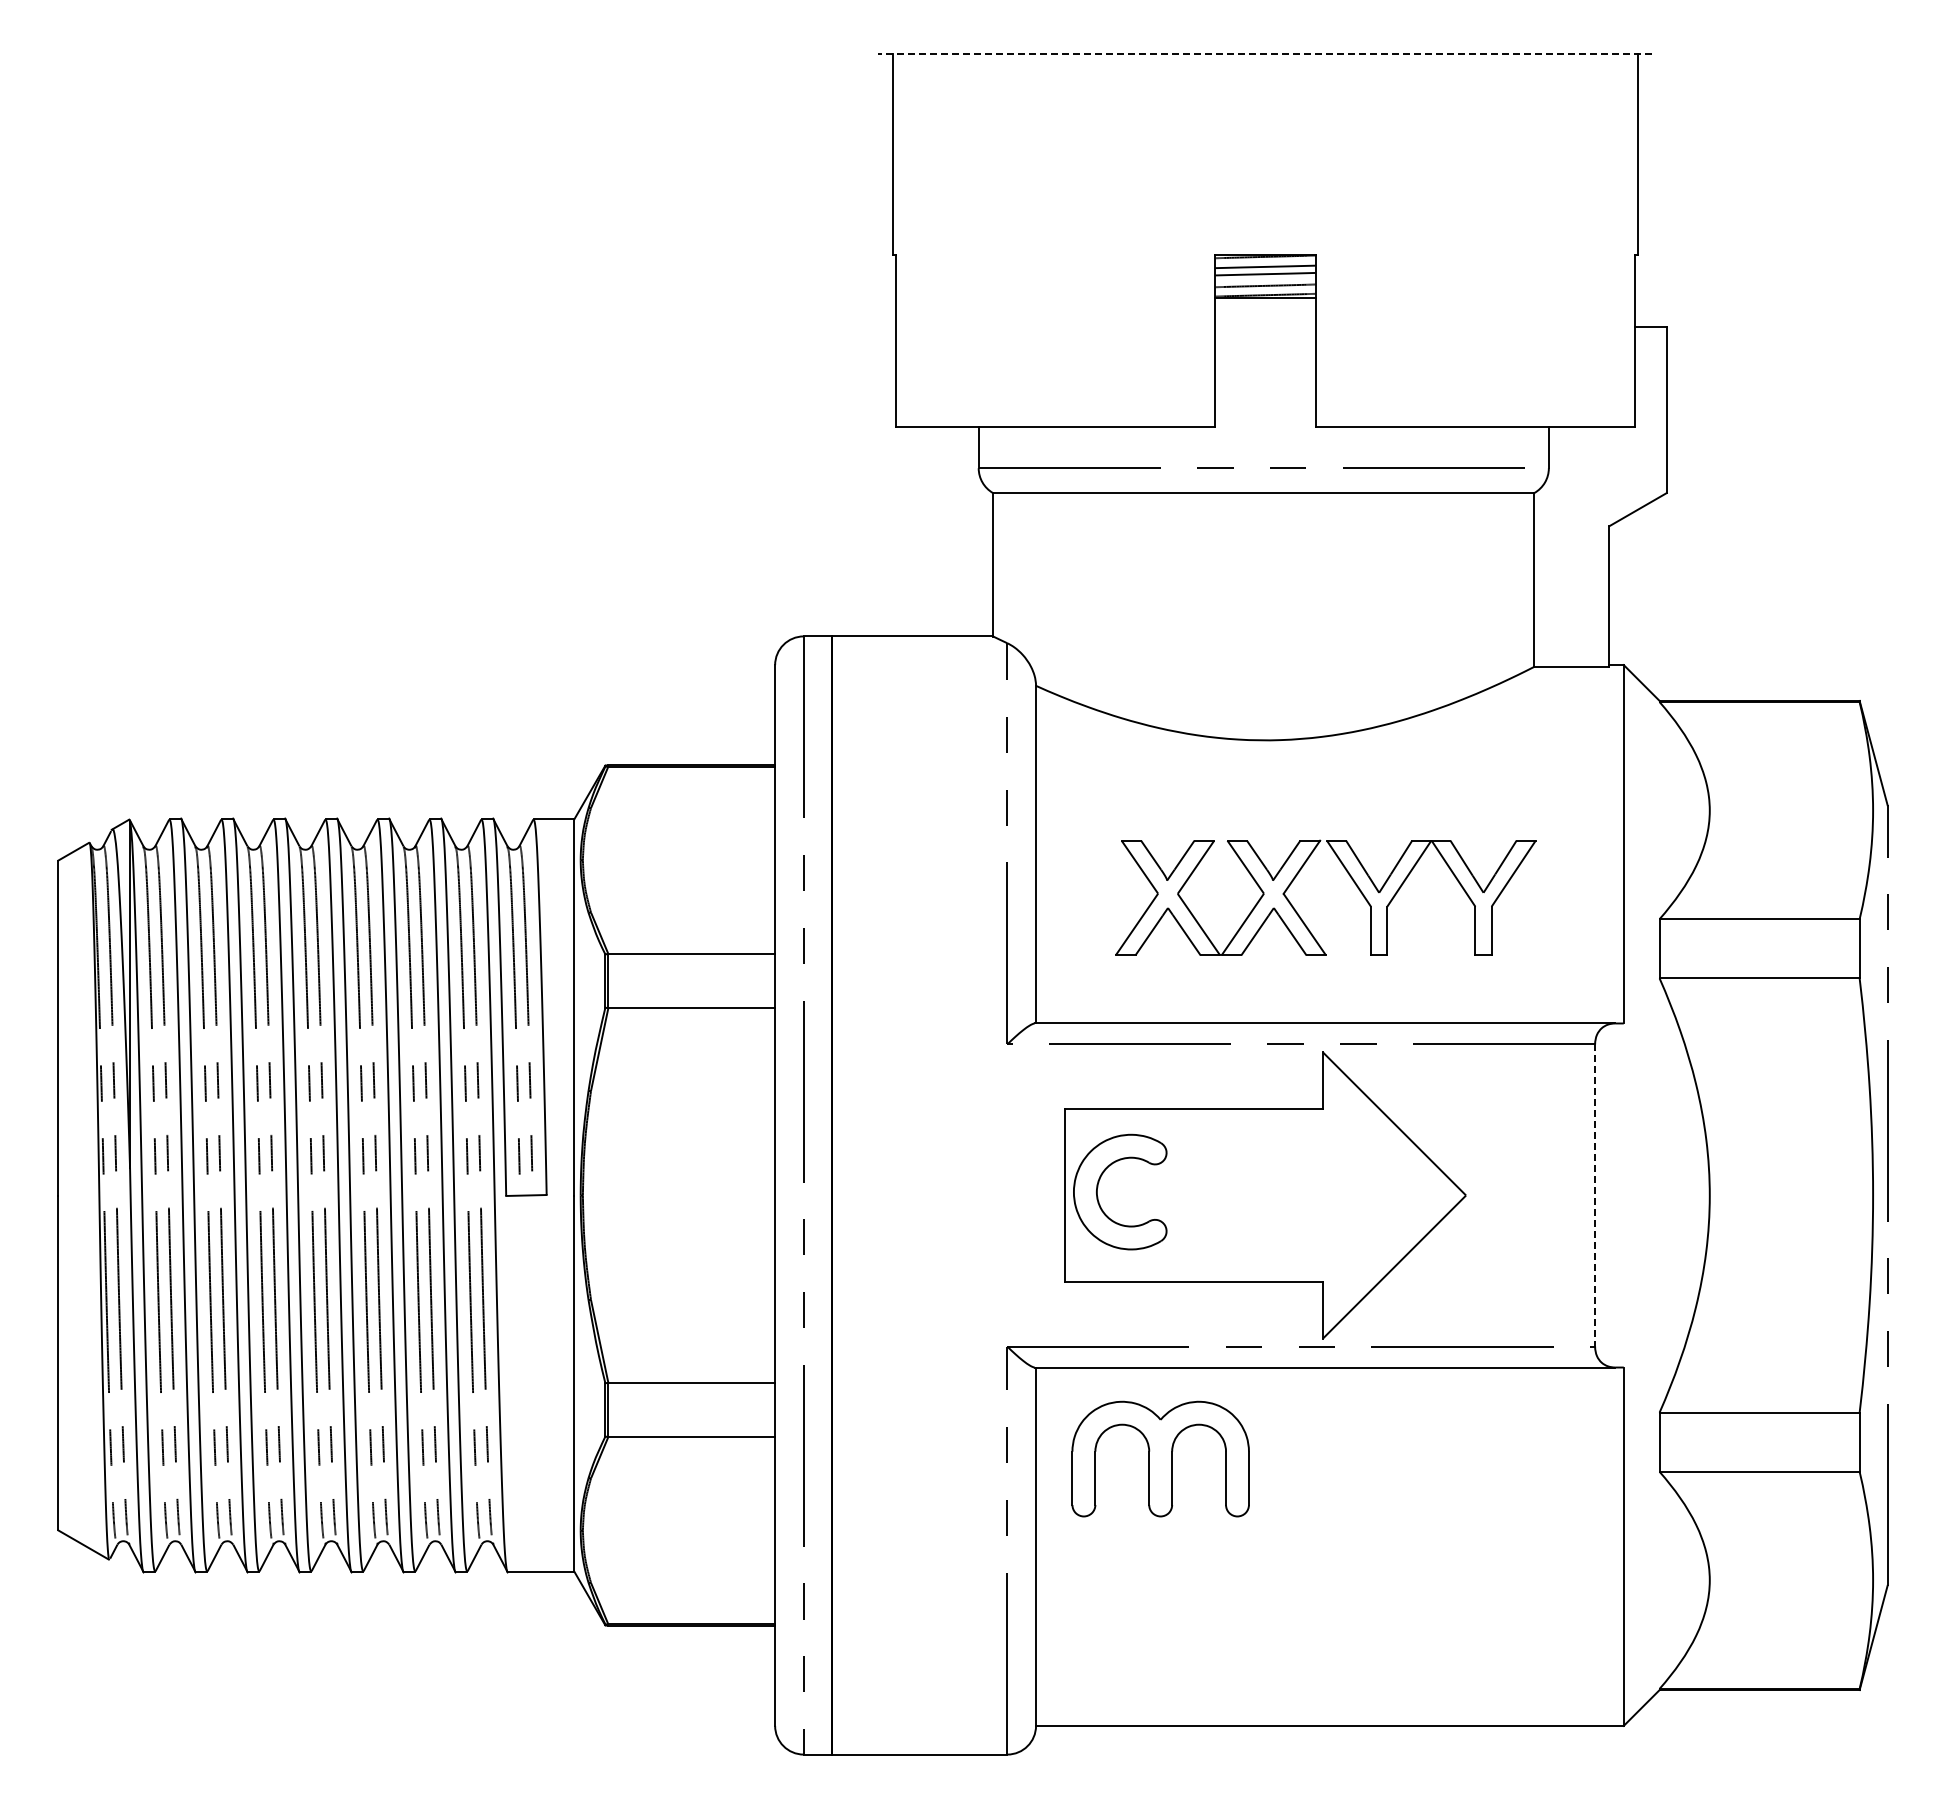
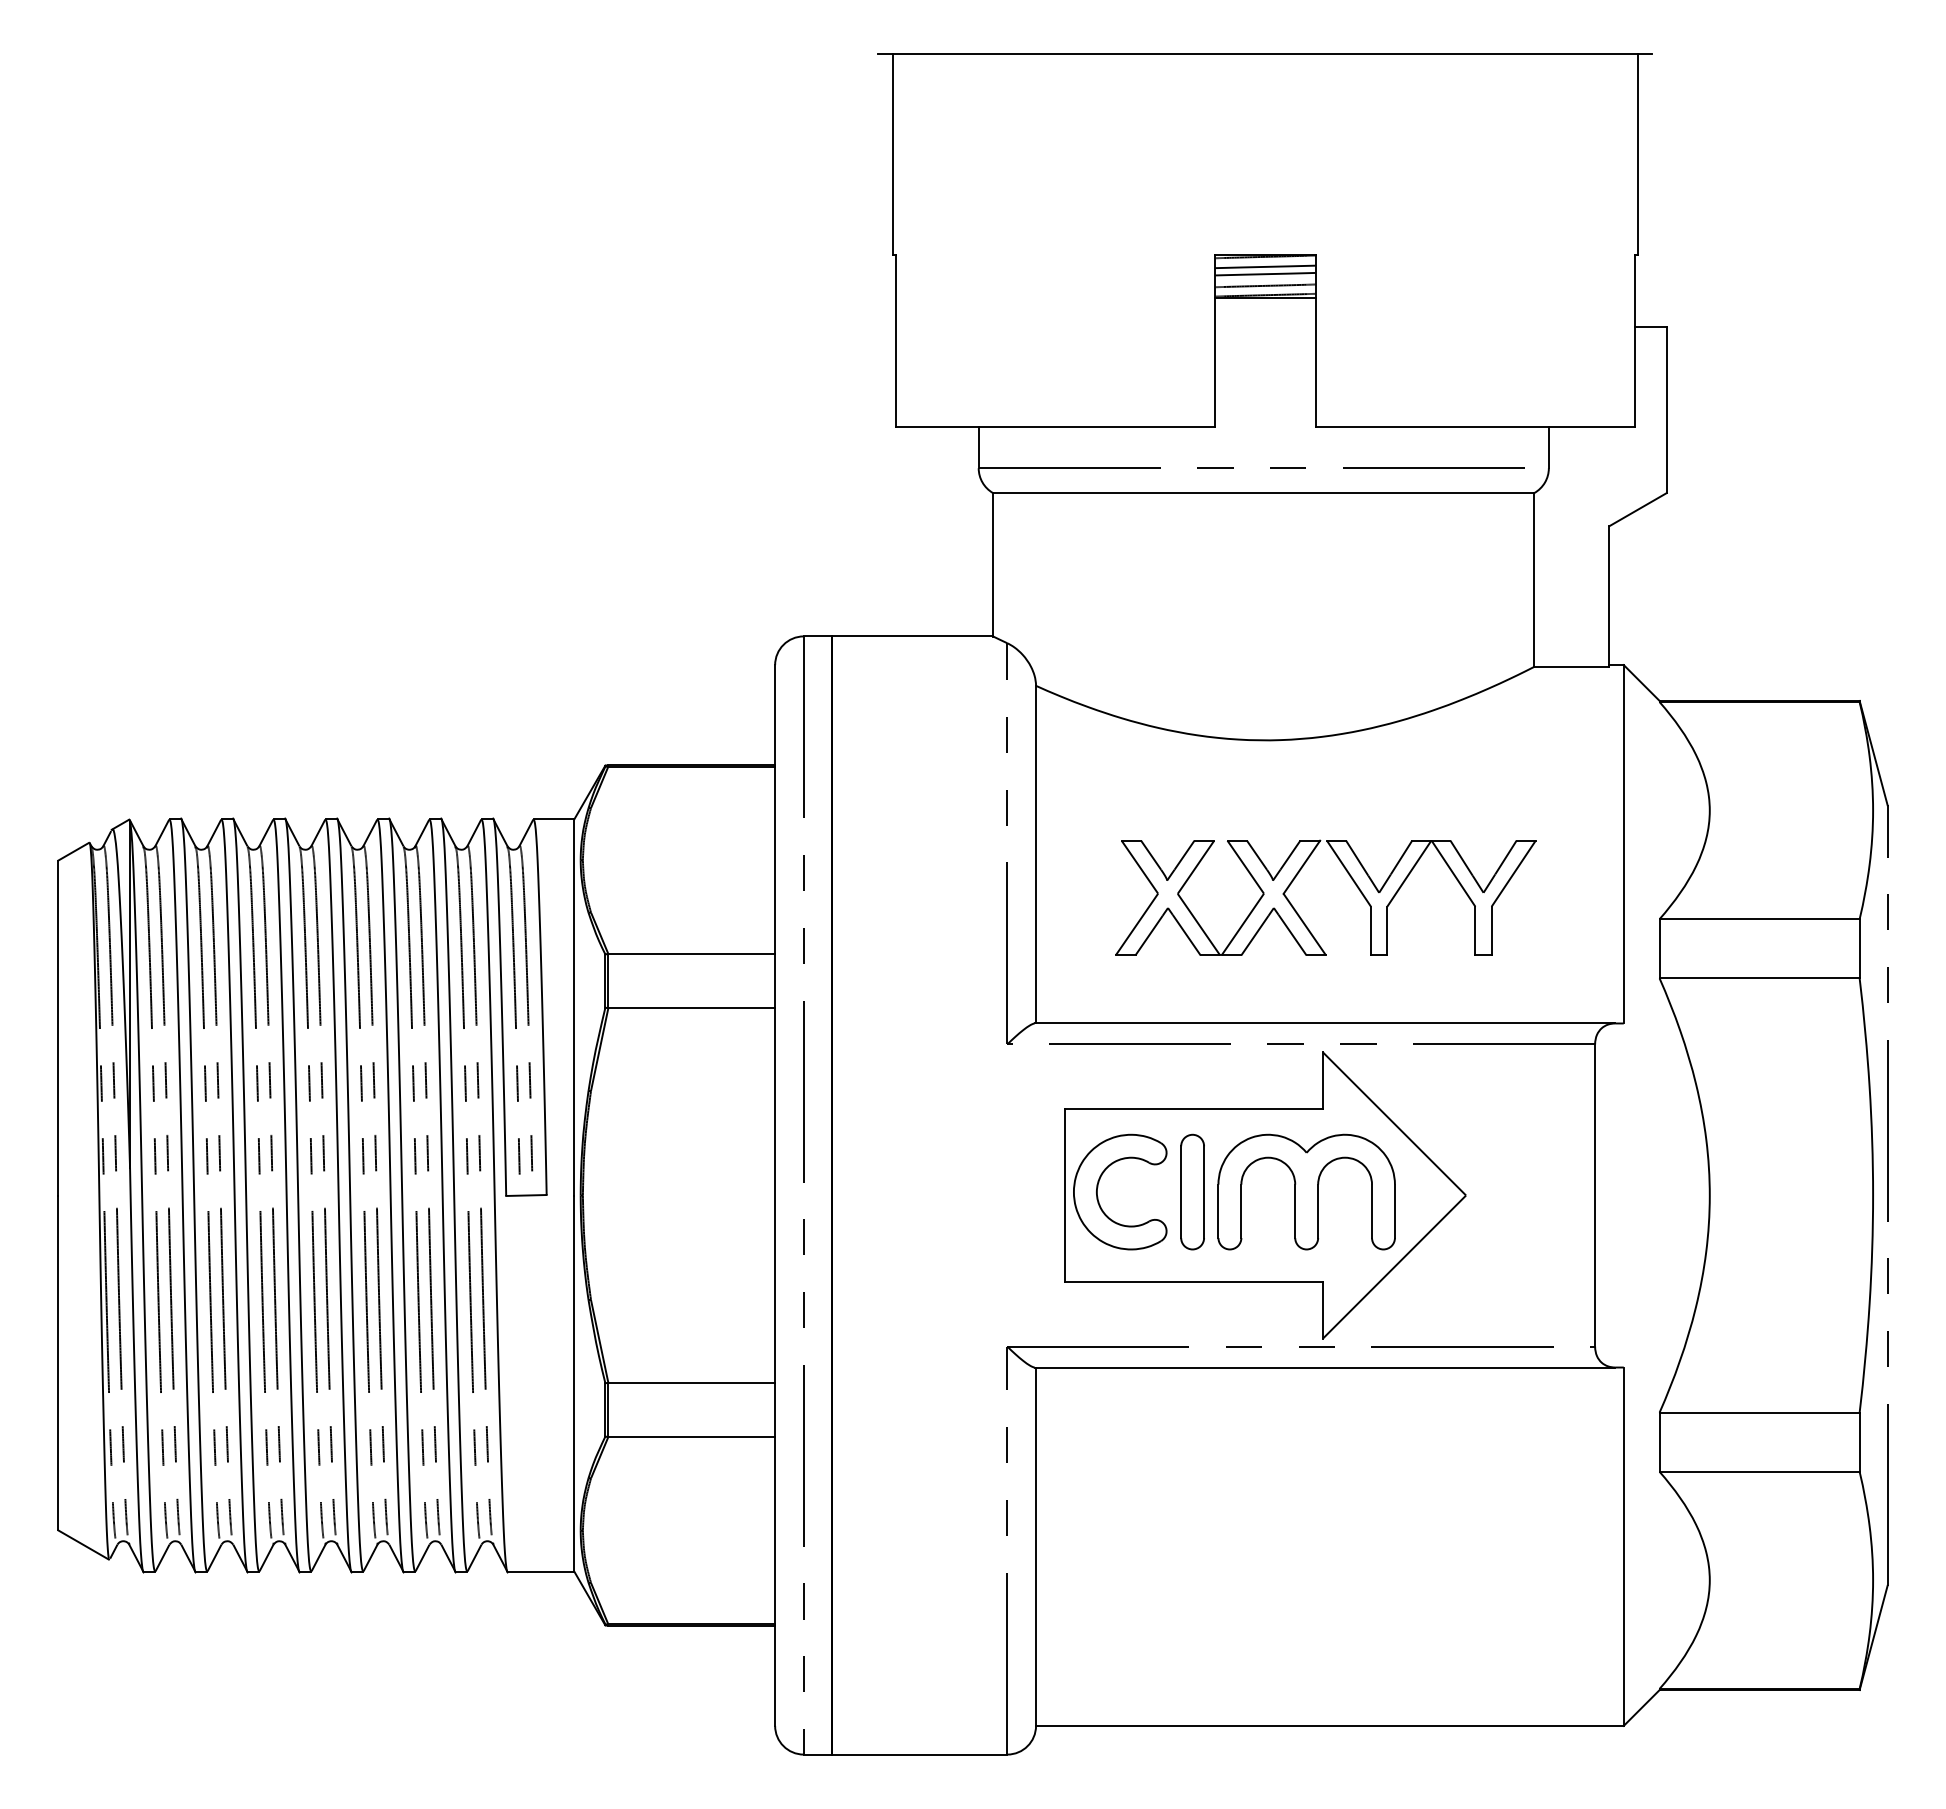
line at (1264, 54): dashed -> solid
part at (1192, 1191): none -> present
line at (1595, 1196): dashed -> solid
part at (1160, 1458) position: (1160, 1458) -> (1306, 1191)
